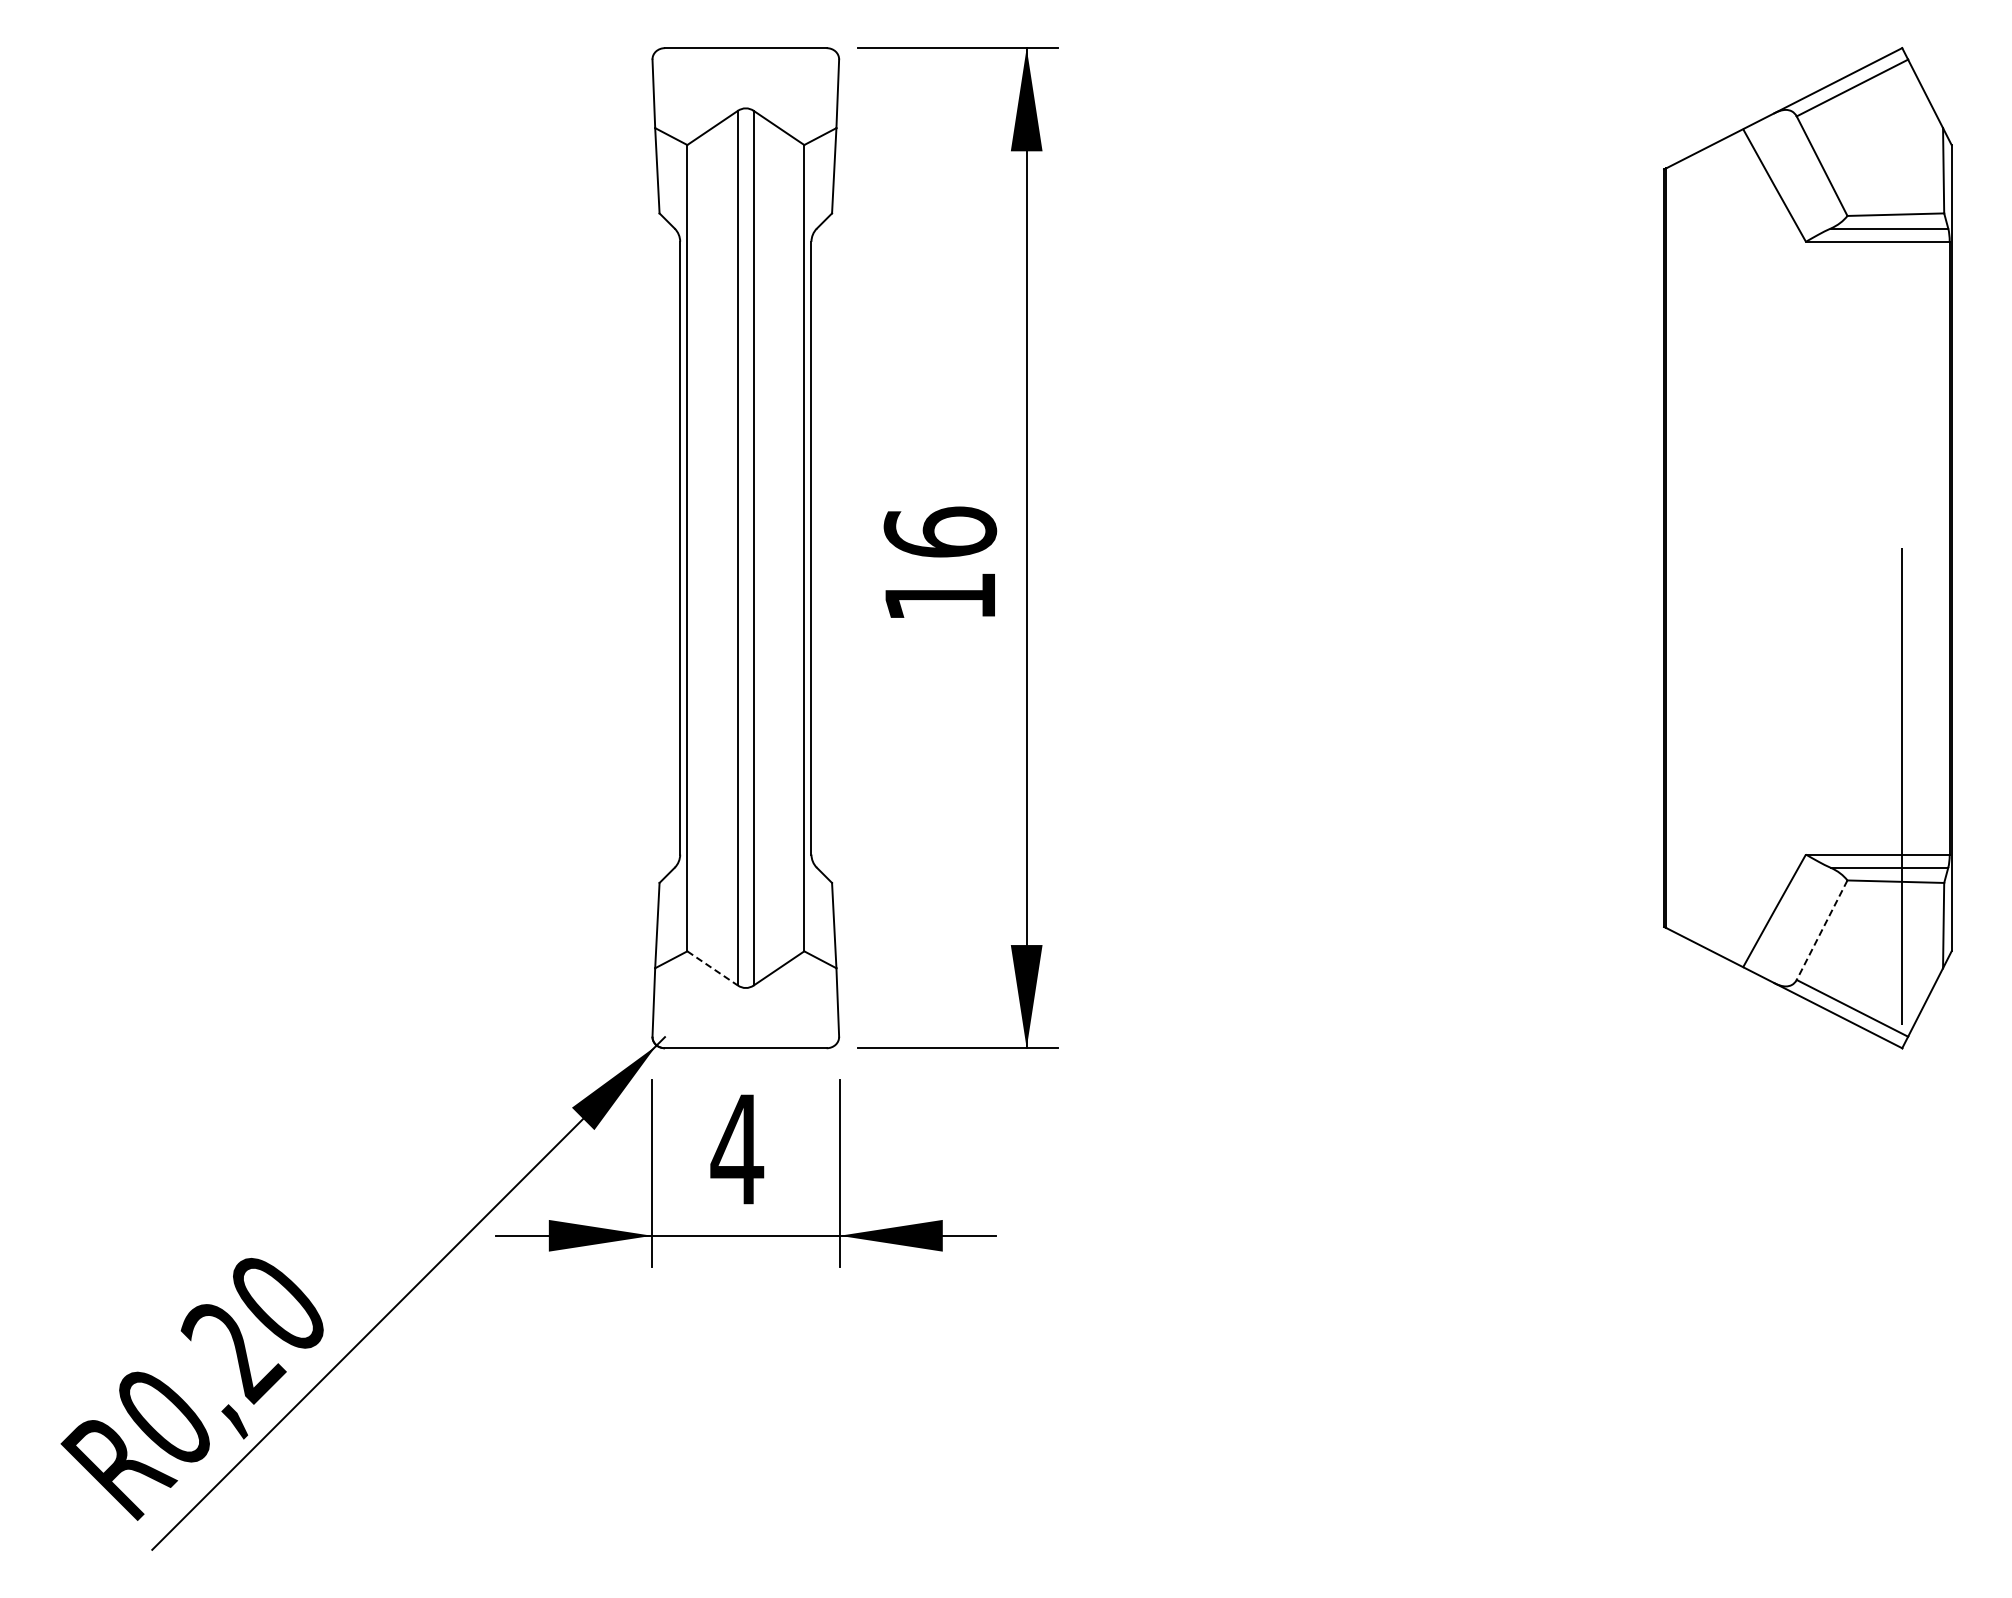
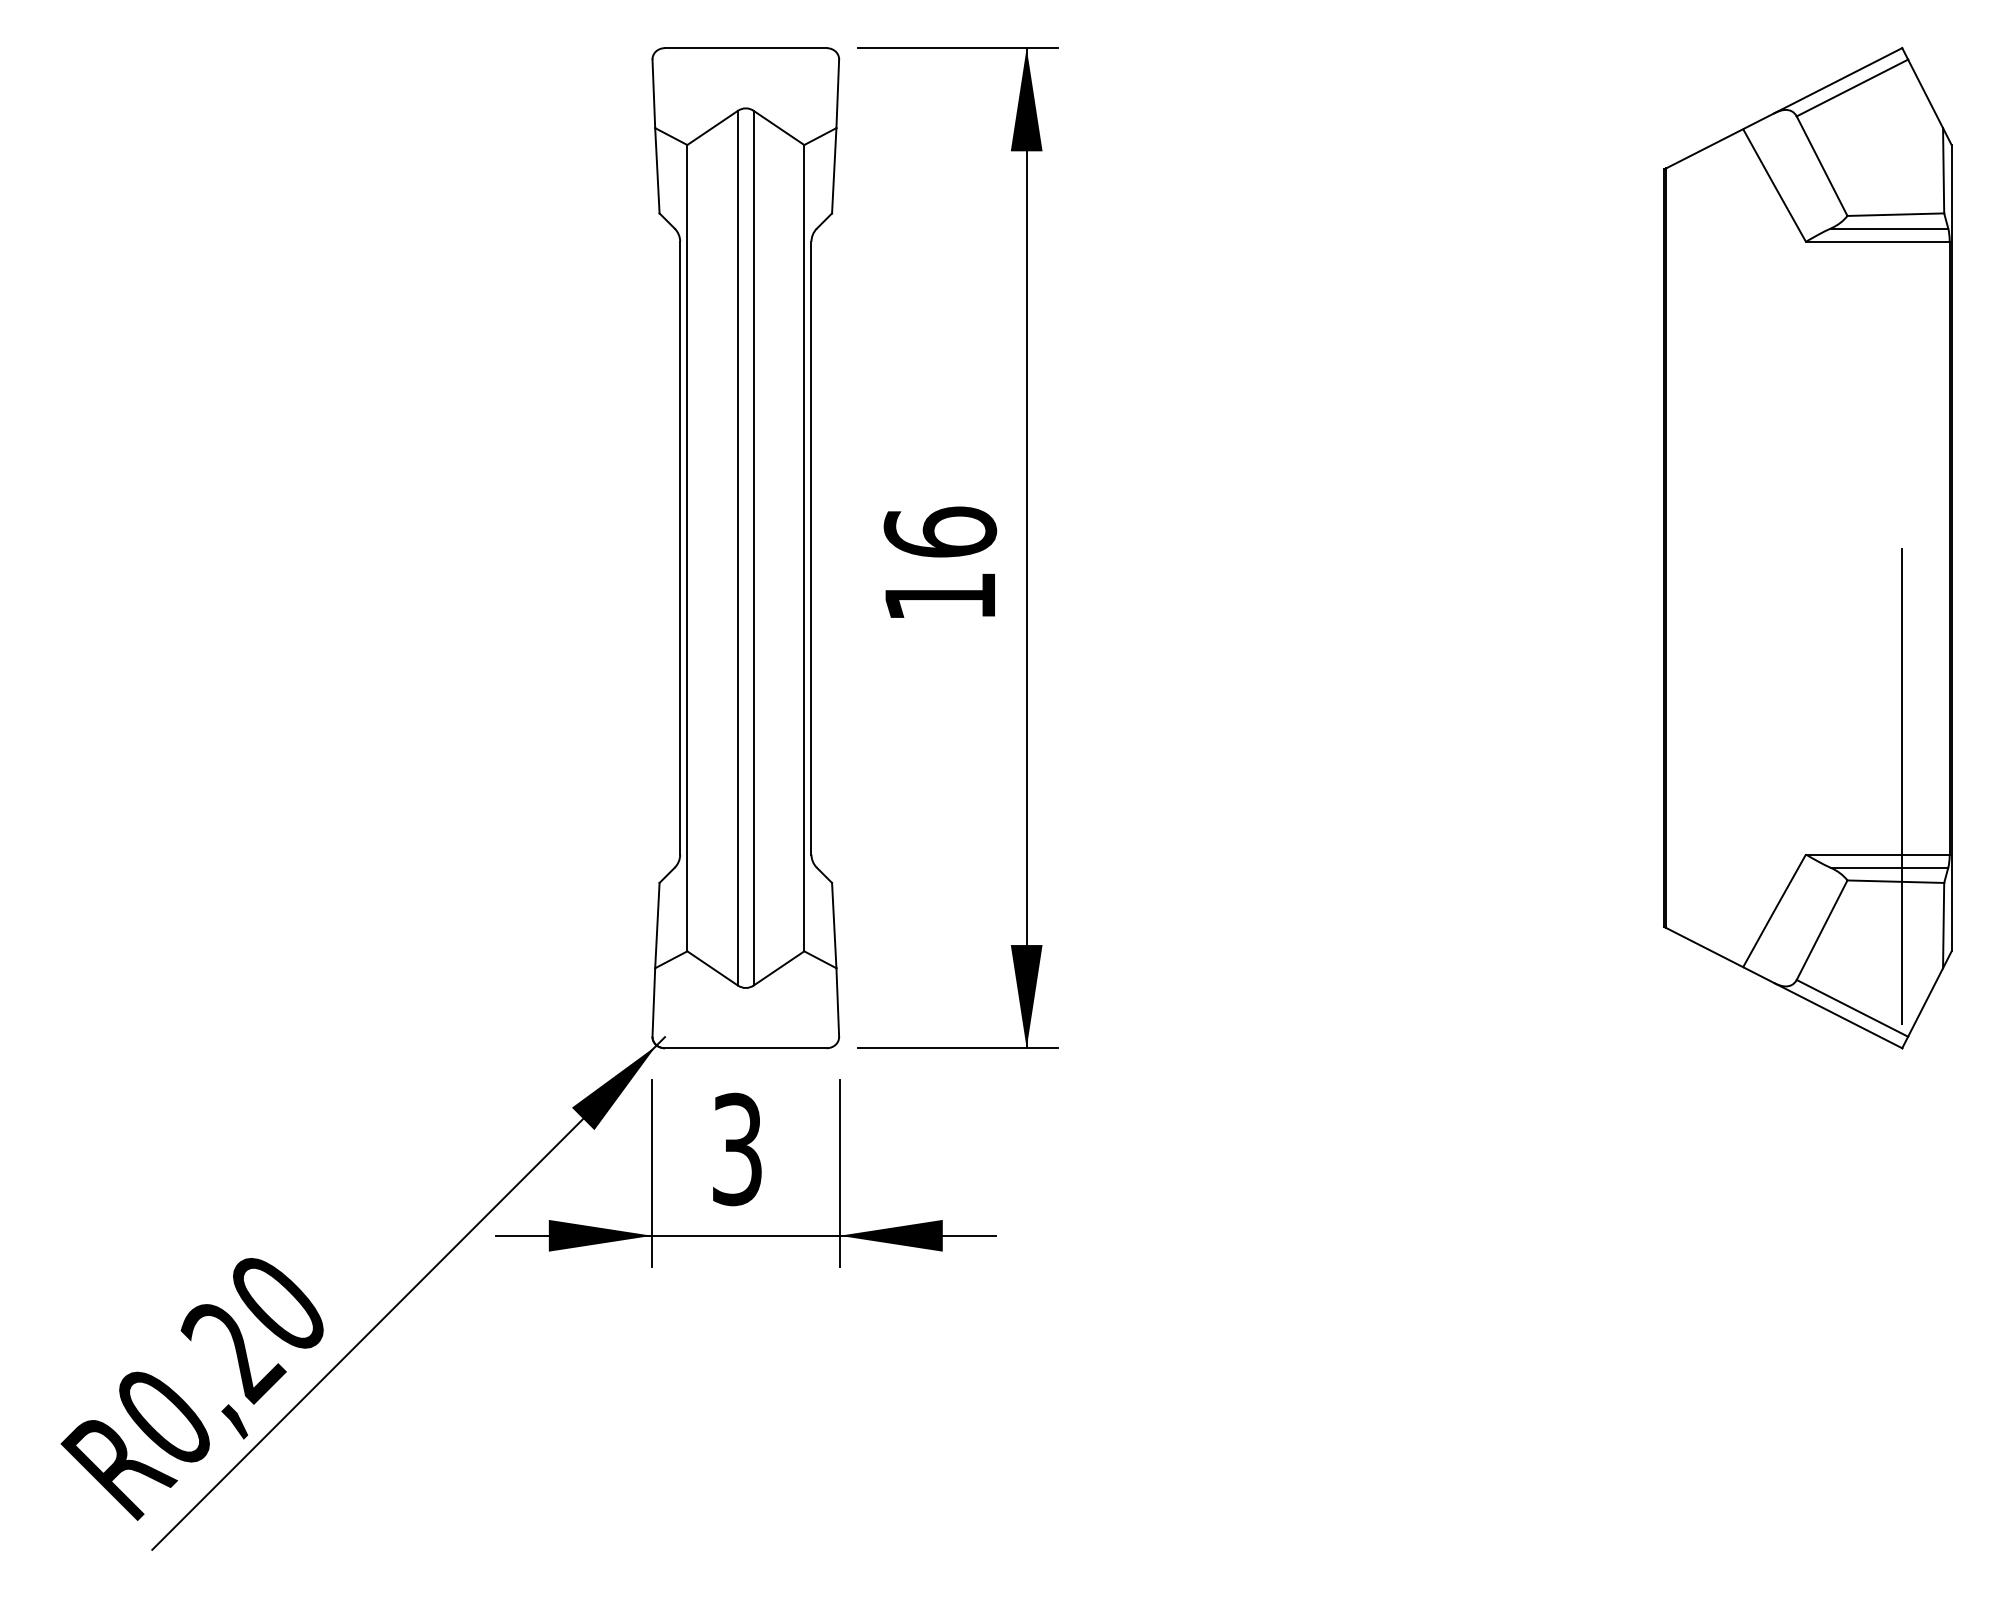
line at (1822, 930): dashed -> solid
line at (712, 968): dashed -> solid
text at (737, 1149): 4 -> 3
